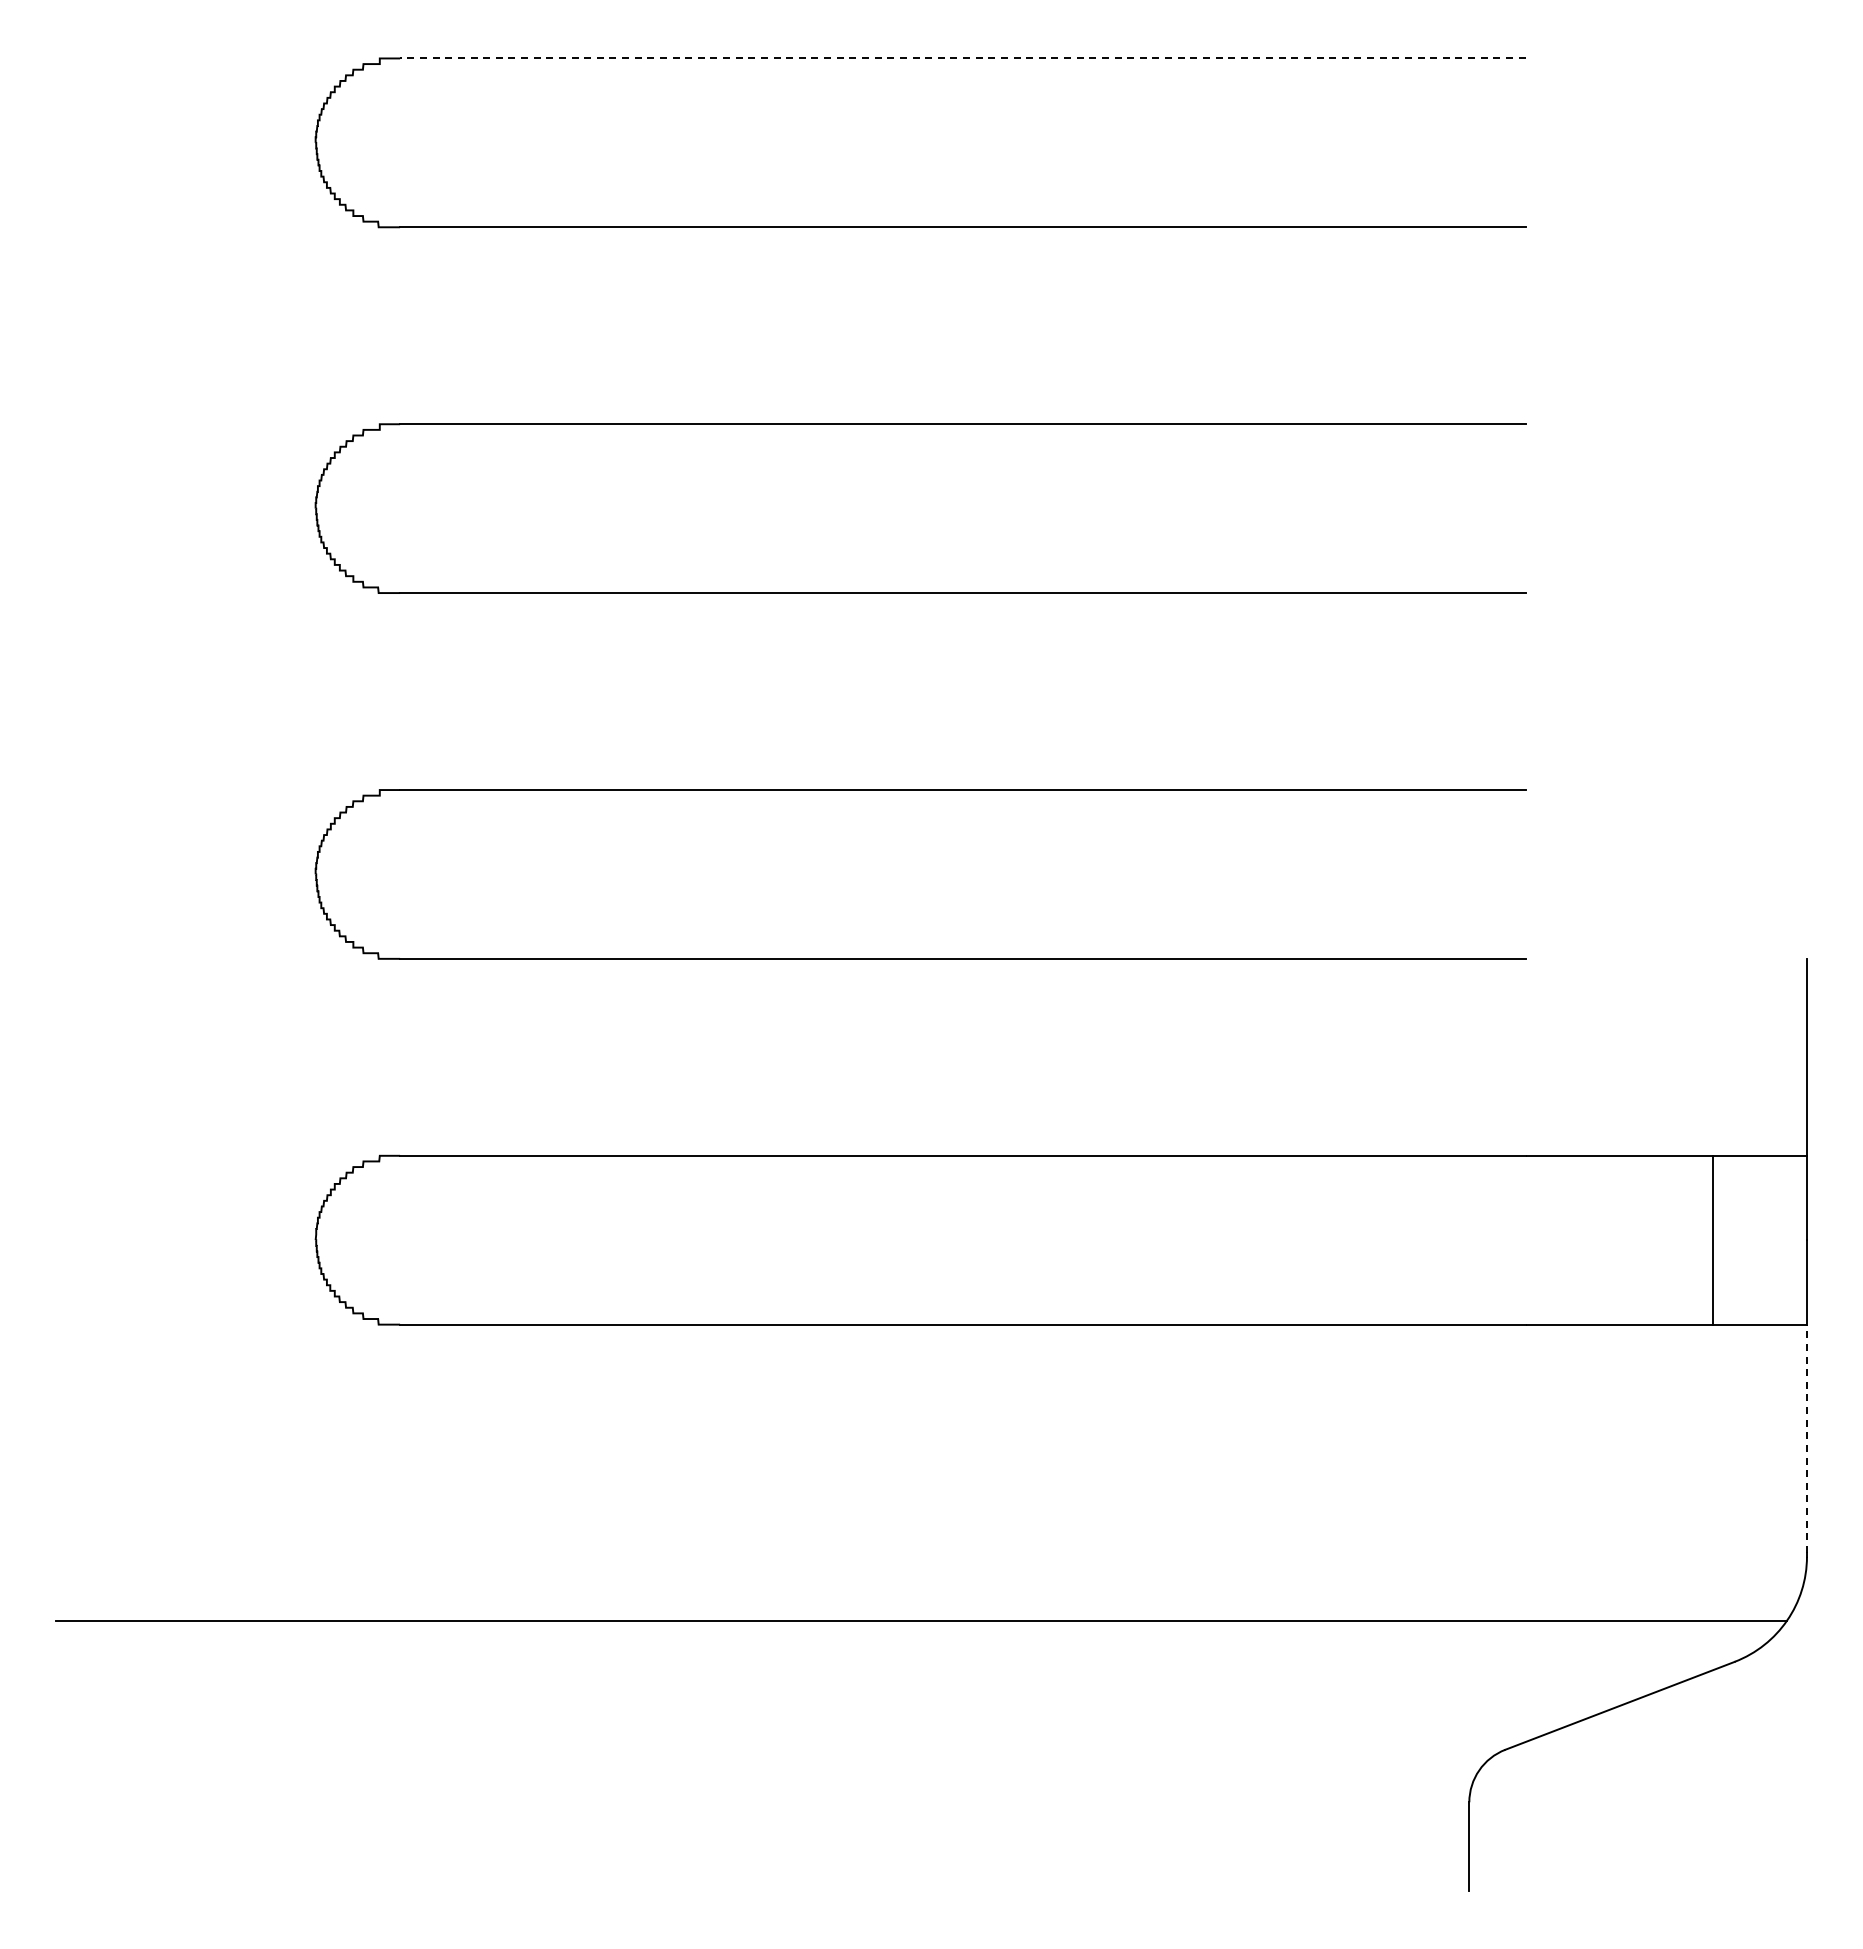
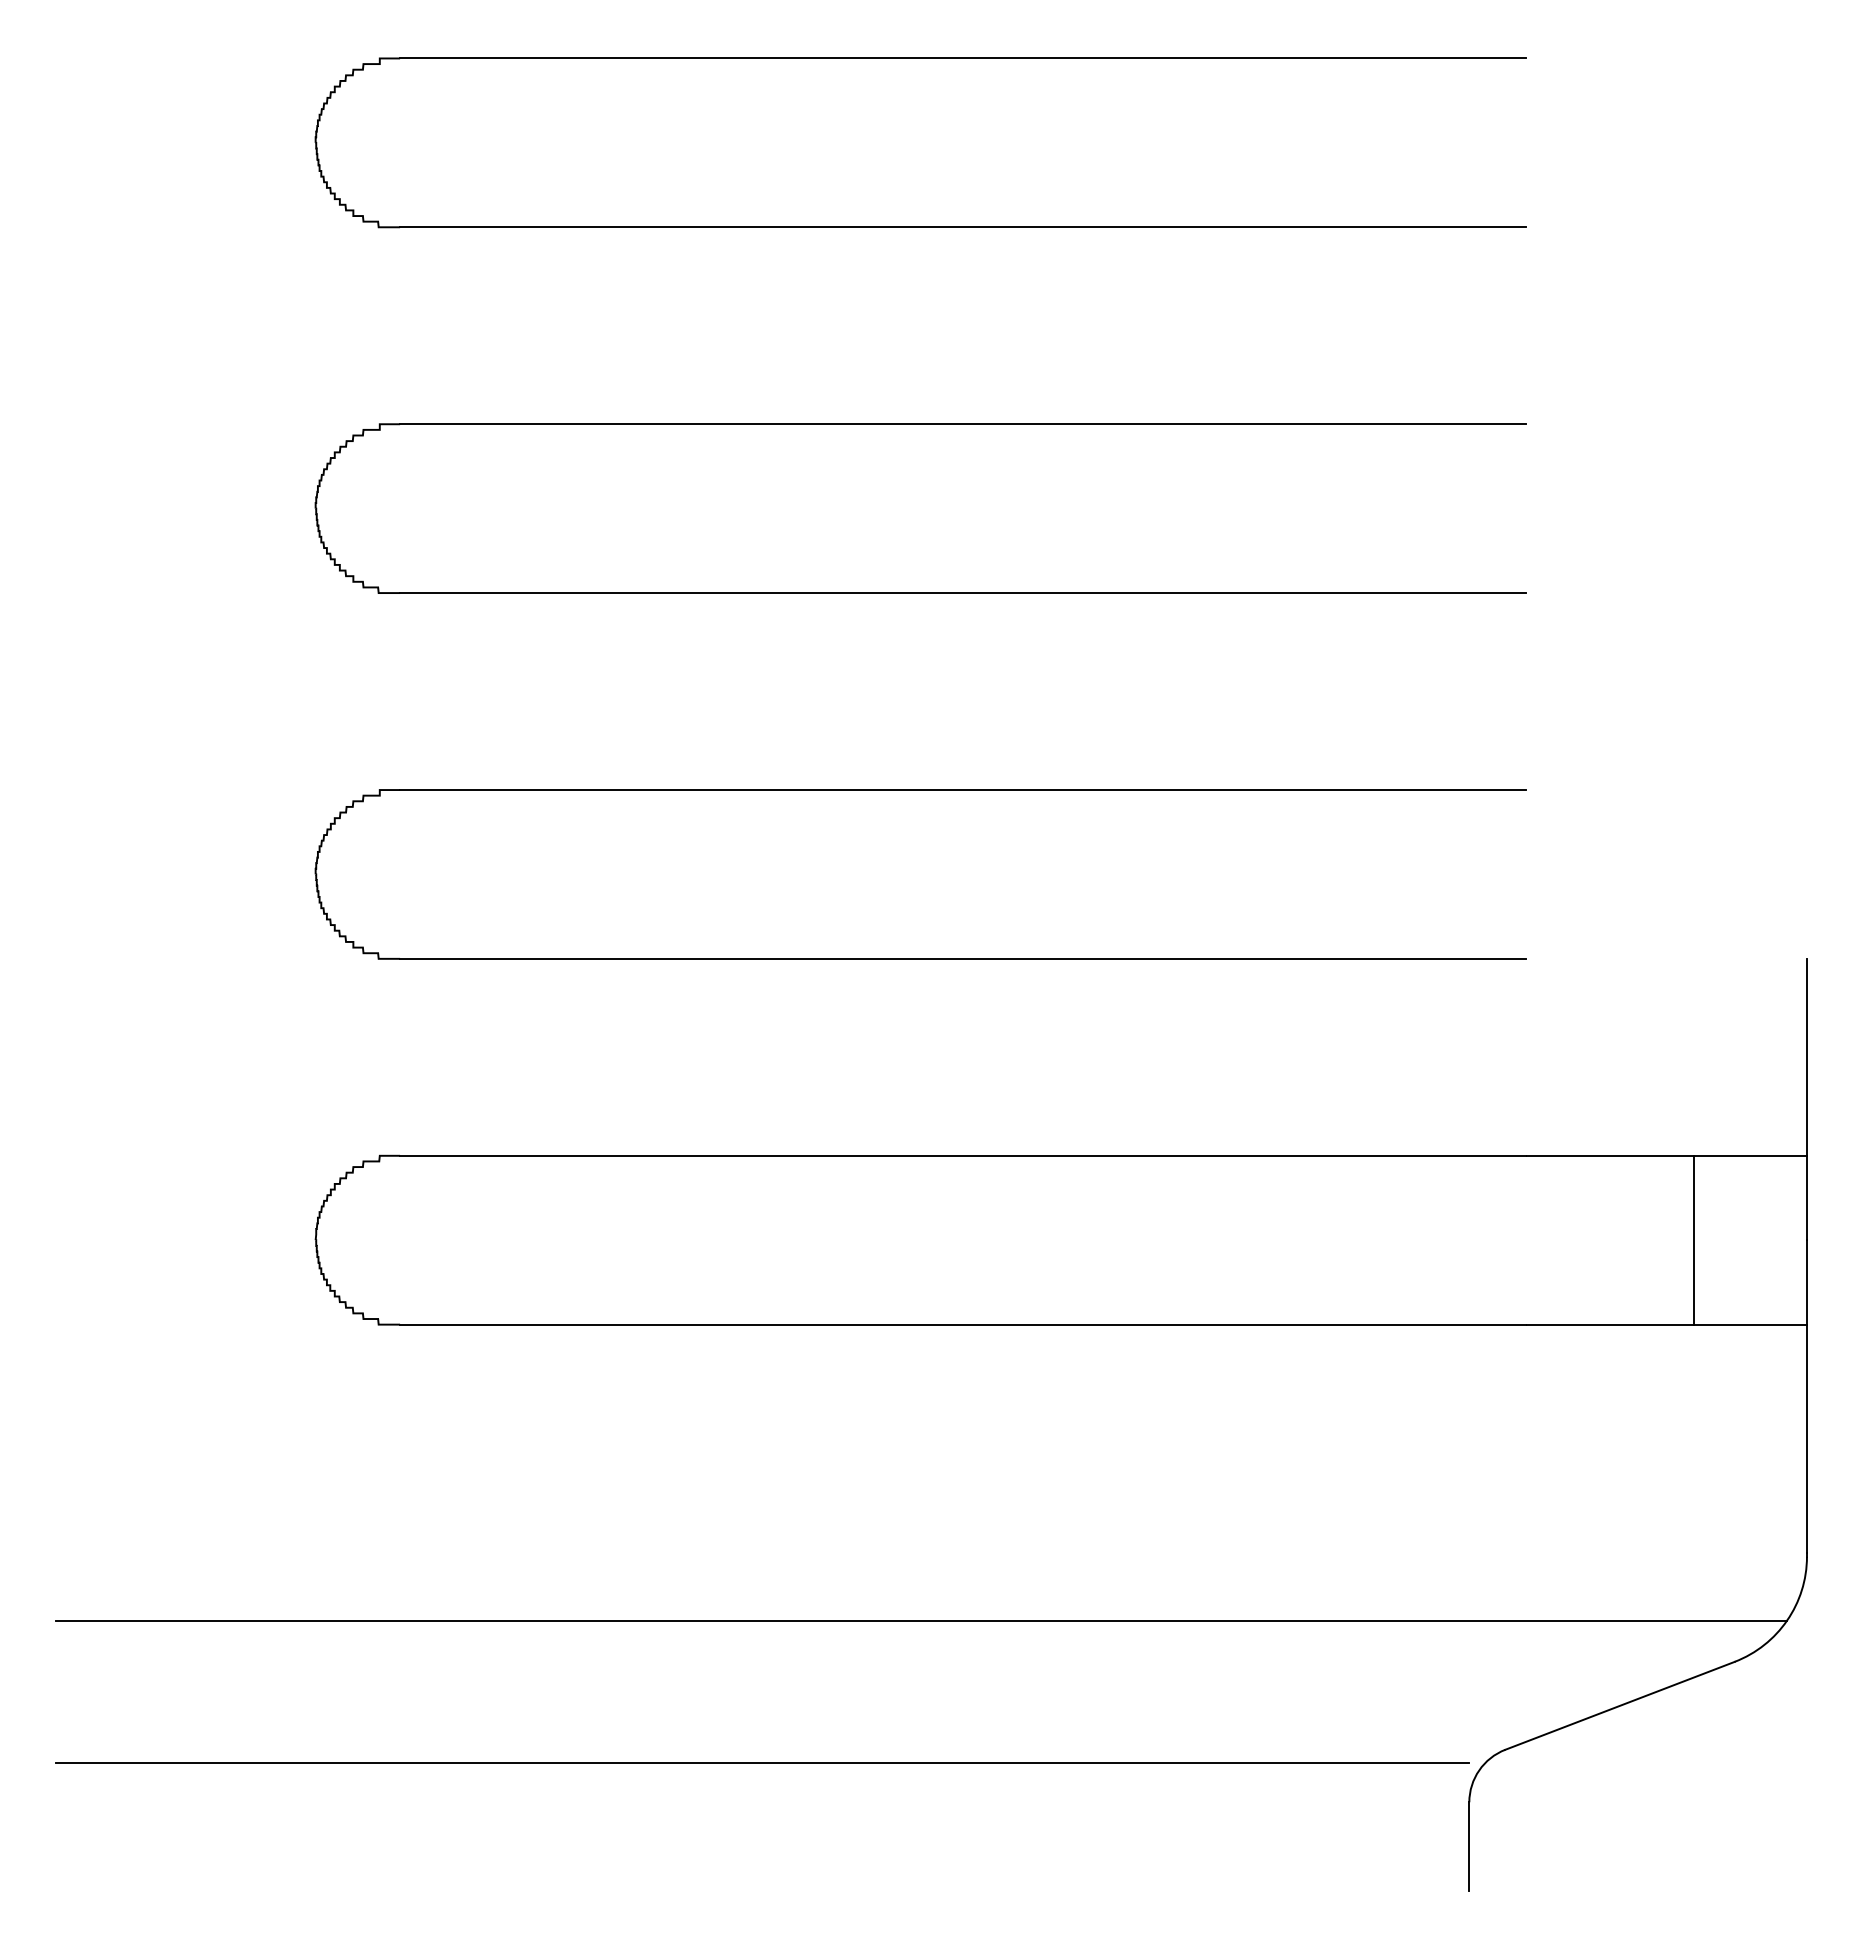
line at (962, 58): dashed -> solid
line at (1713, 1239) position: (1713, 1239) -> (1694, 1239)
line at (1806, 1438): dashed -> solid
line at (762, 1762): none -> present
